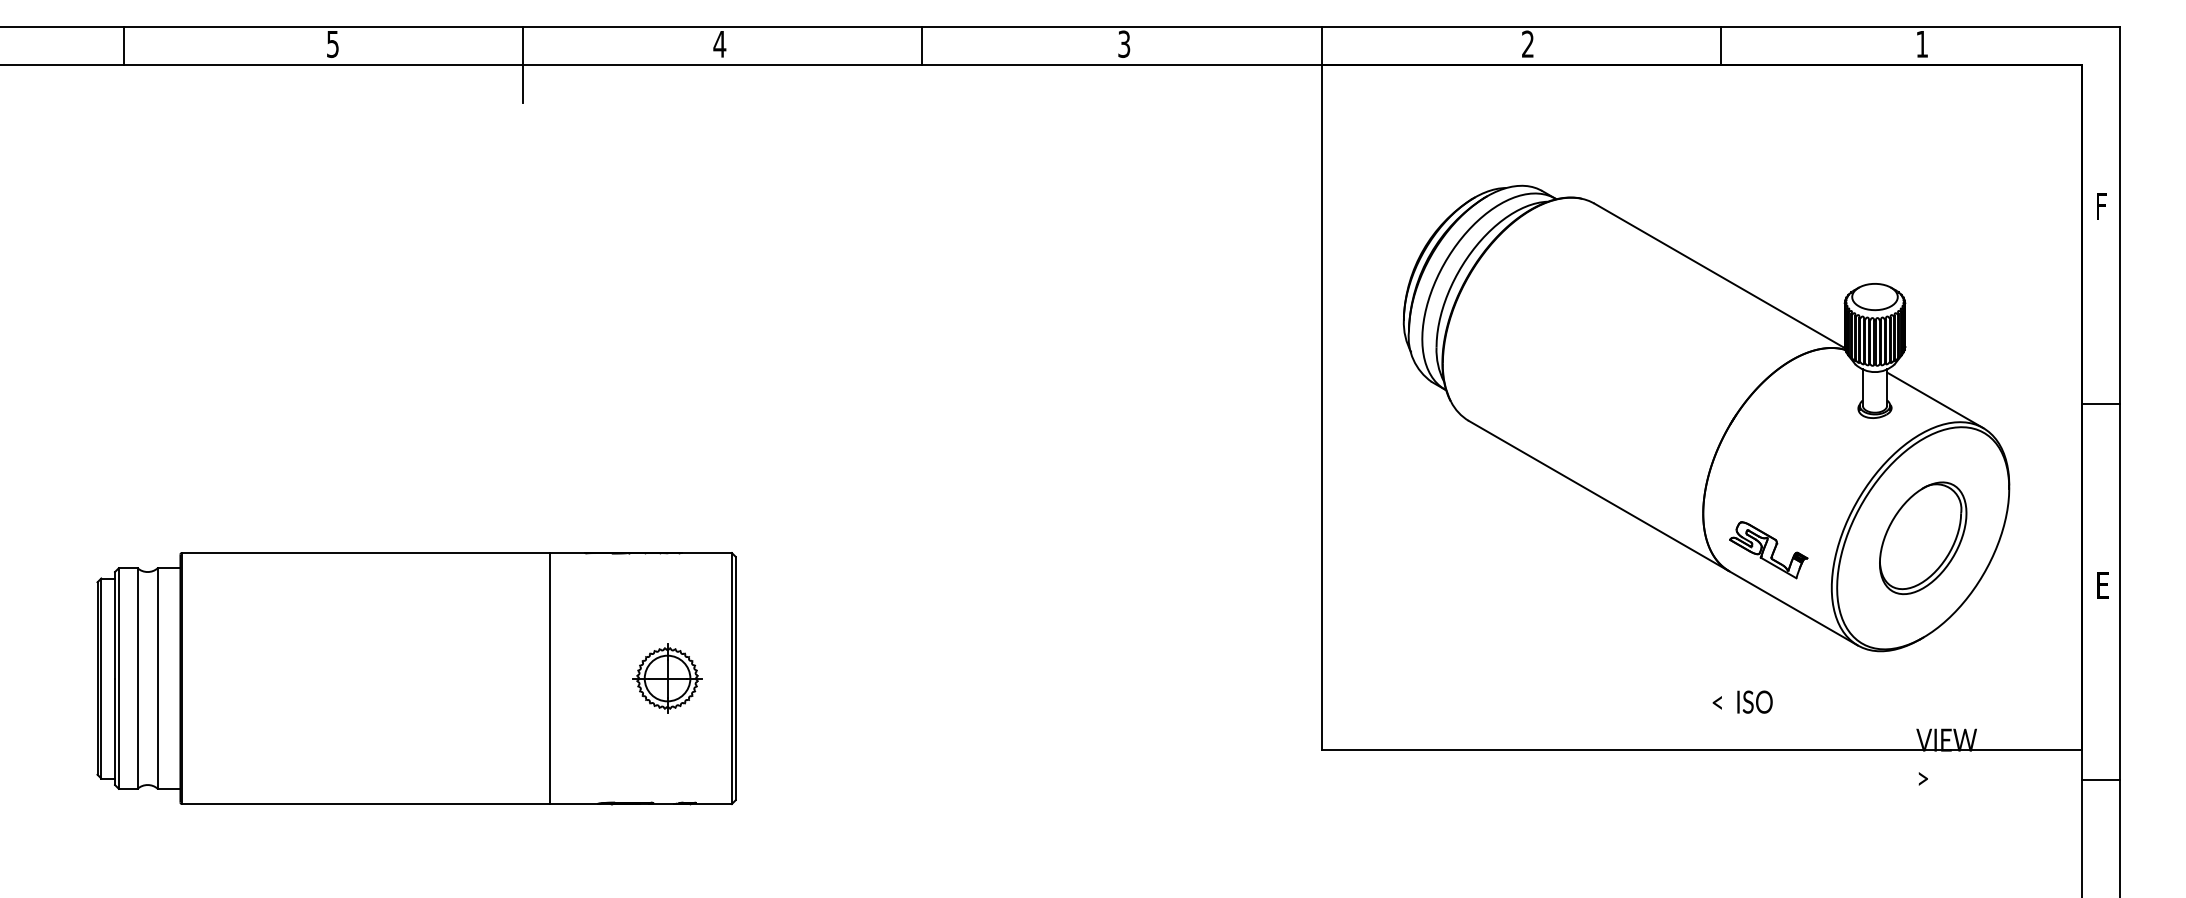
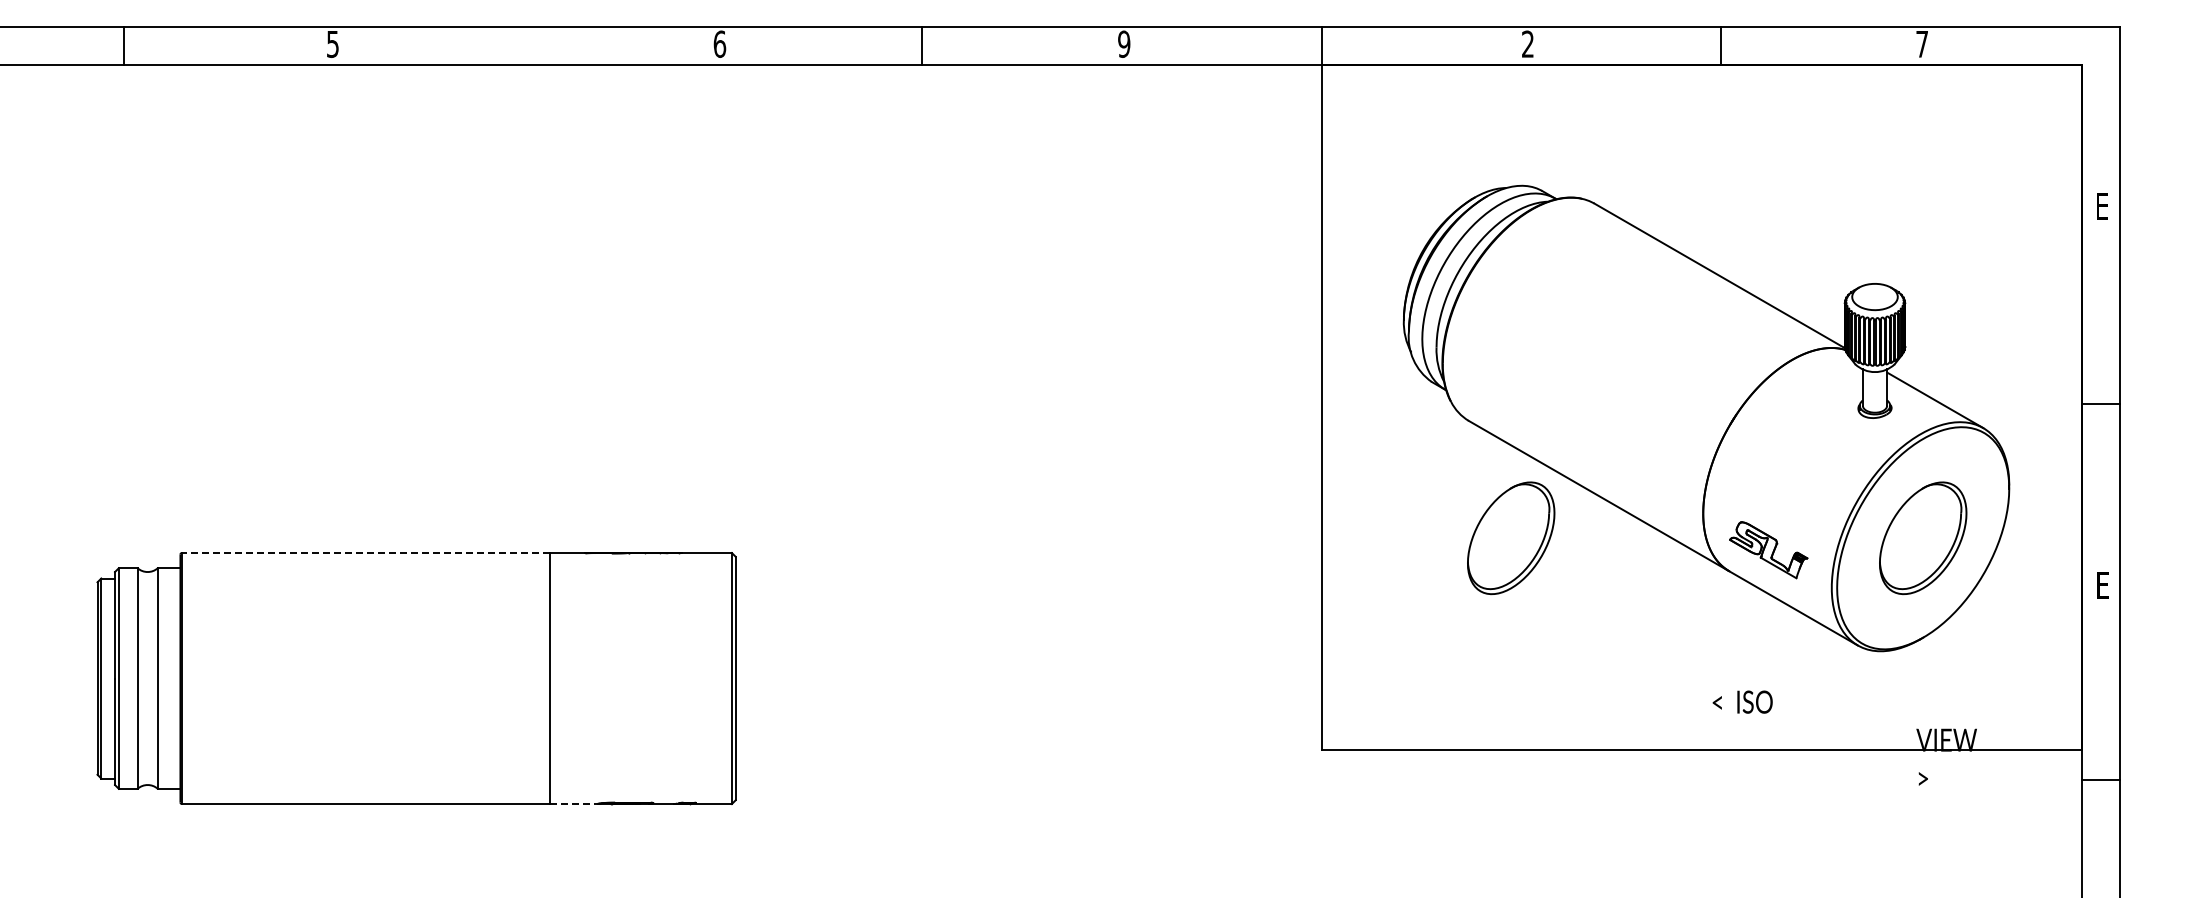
text at (719, 43): 4 -> 6
text at (1124, 43): 3 -> 9
text at (1921, 44): 1 -> 7
line at (522, 65): present -> none
text at (2103, 206): F -> E
part at (1511, 538): none -> present
line at (365, 553): solid -> dashed
part at (667, 678): present -> none
line at (575, 804): solid -> dashed
